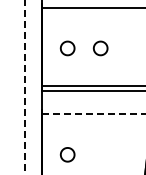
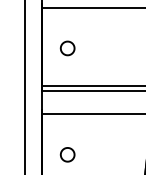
part at (100, 48): present -> none
line at (24, 87): dashed -> solid
line at (93, 113): dashed -> solid
